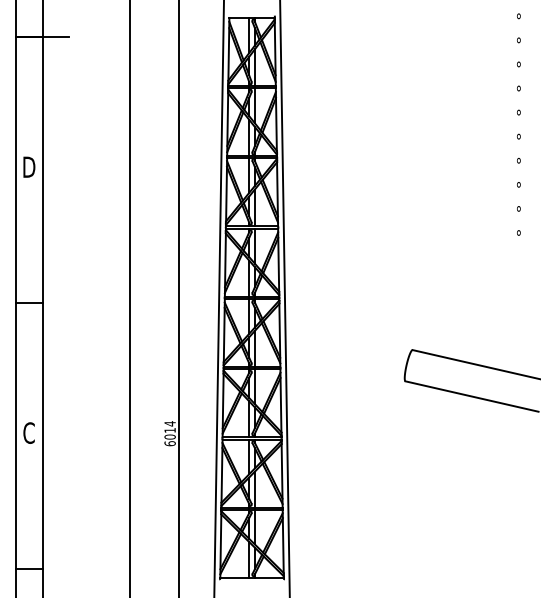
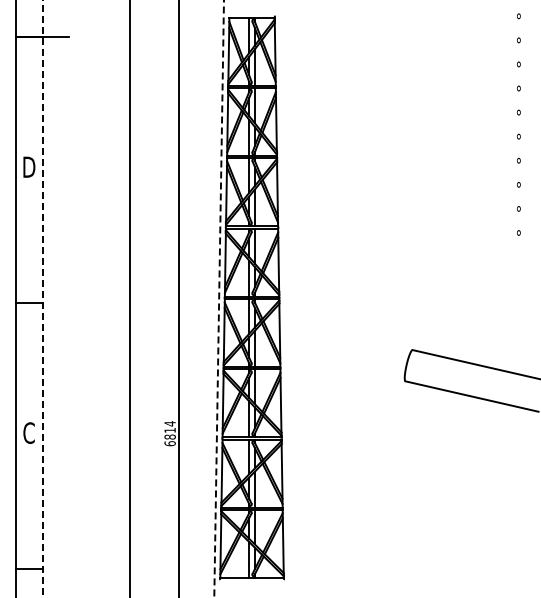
line at (42, 298): solid -> dashed
line at (284, 298): present -> none
line at (219, 299): solid -> dashed
text at (169, 436): 6014 -> 6814
